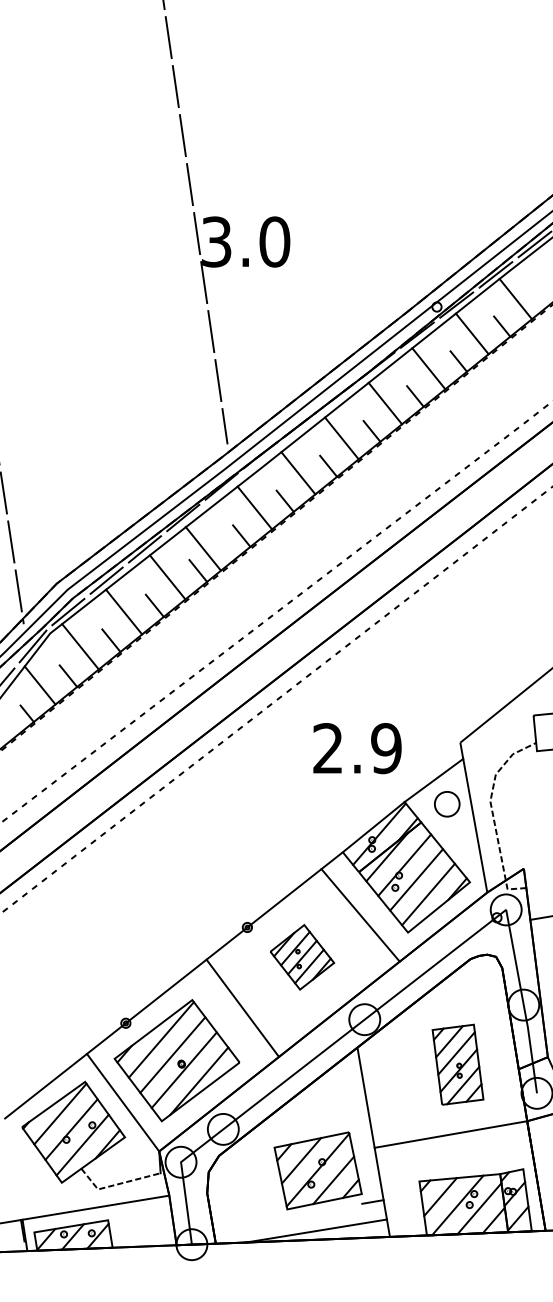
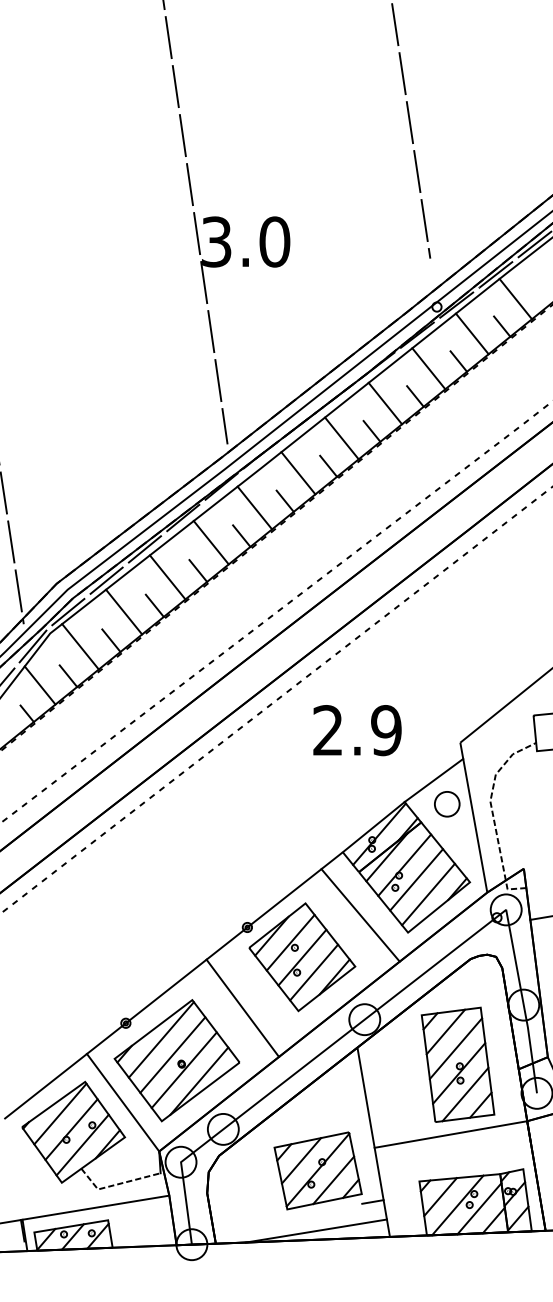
line at (410, 130): none -> present
line at (202, 548) position: (202, 548) -> (210, 542)
text at (357, 748) position: (357, 748) -> (357, 730)
part at (302, 957) size: 66x67 px -> 109x111 px
part at (457, 1064) size: 54x83 px -> 76x117 px
